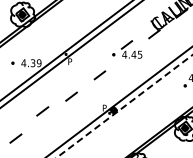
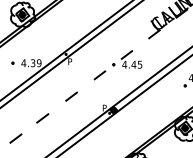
part at (127, 49) position: (127, 49) -> (127, 59)
line at (124, 106): dashed -> solid
line at (42, 111) position: (42, 111) -> (42, 118)
